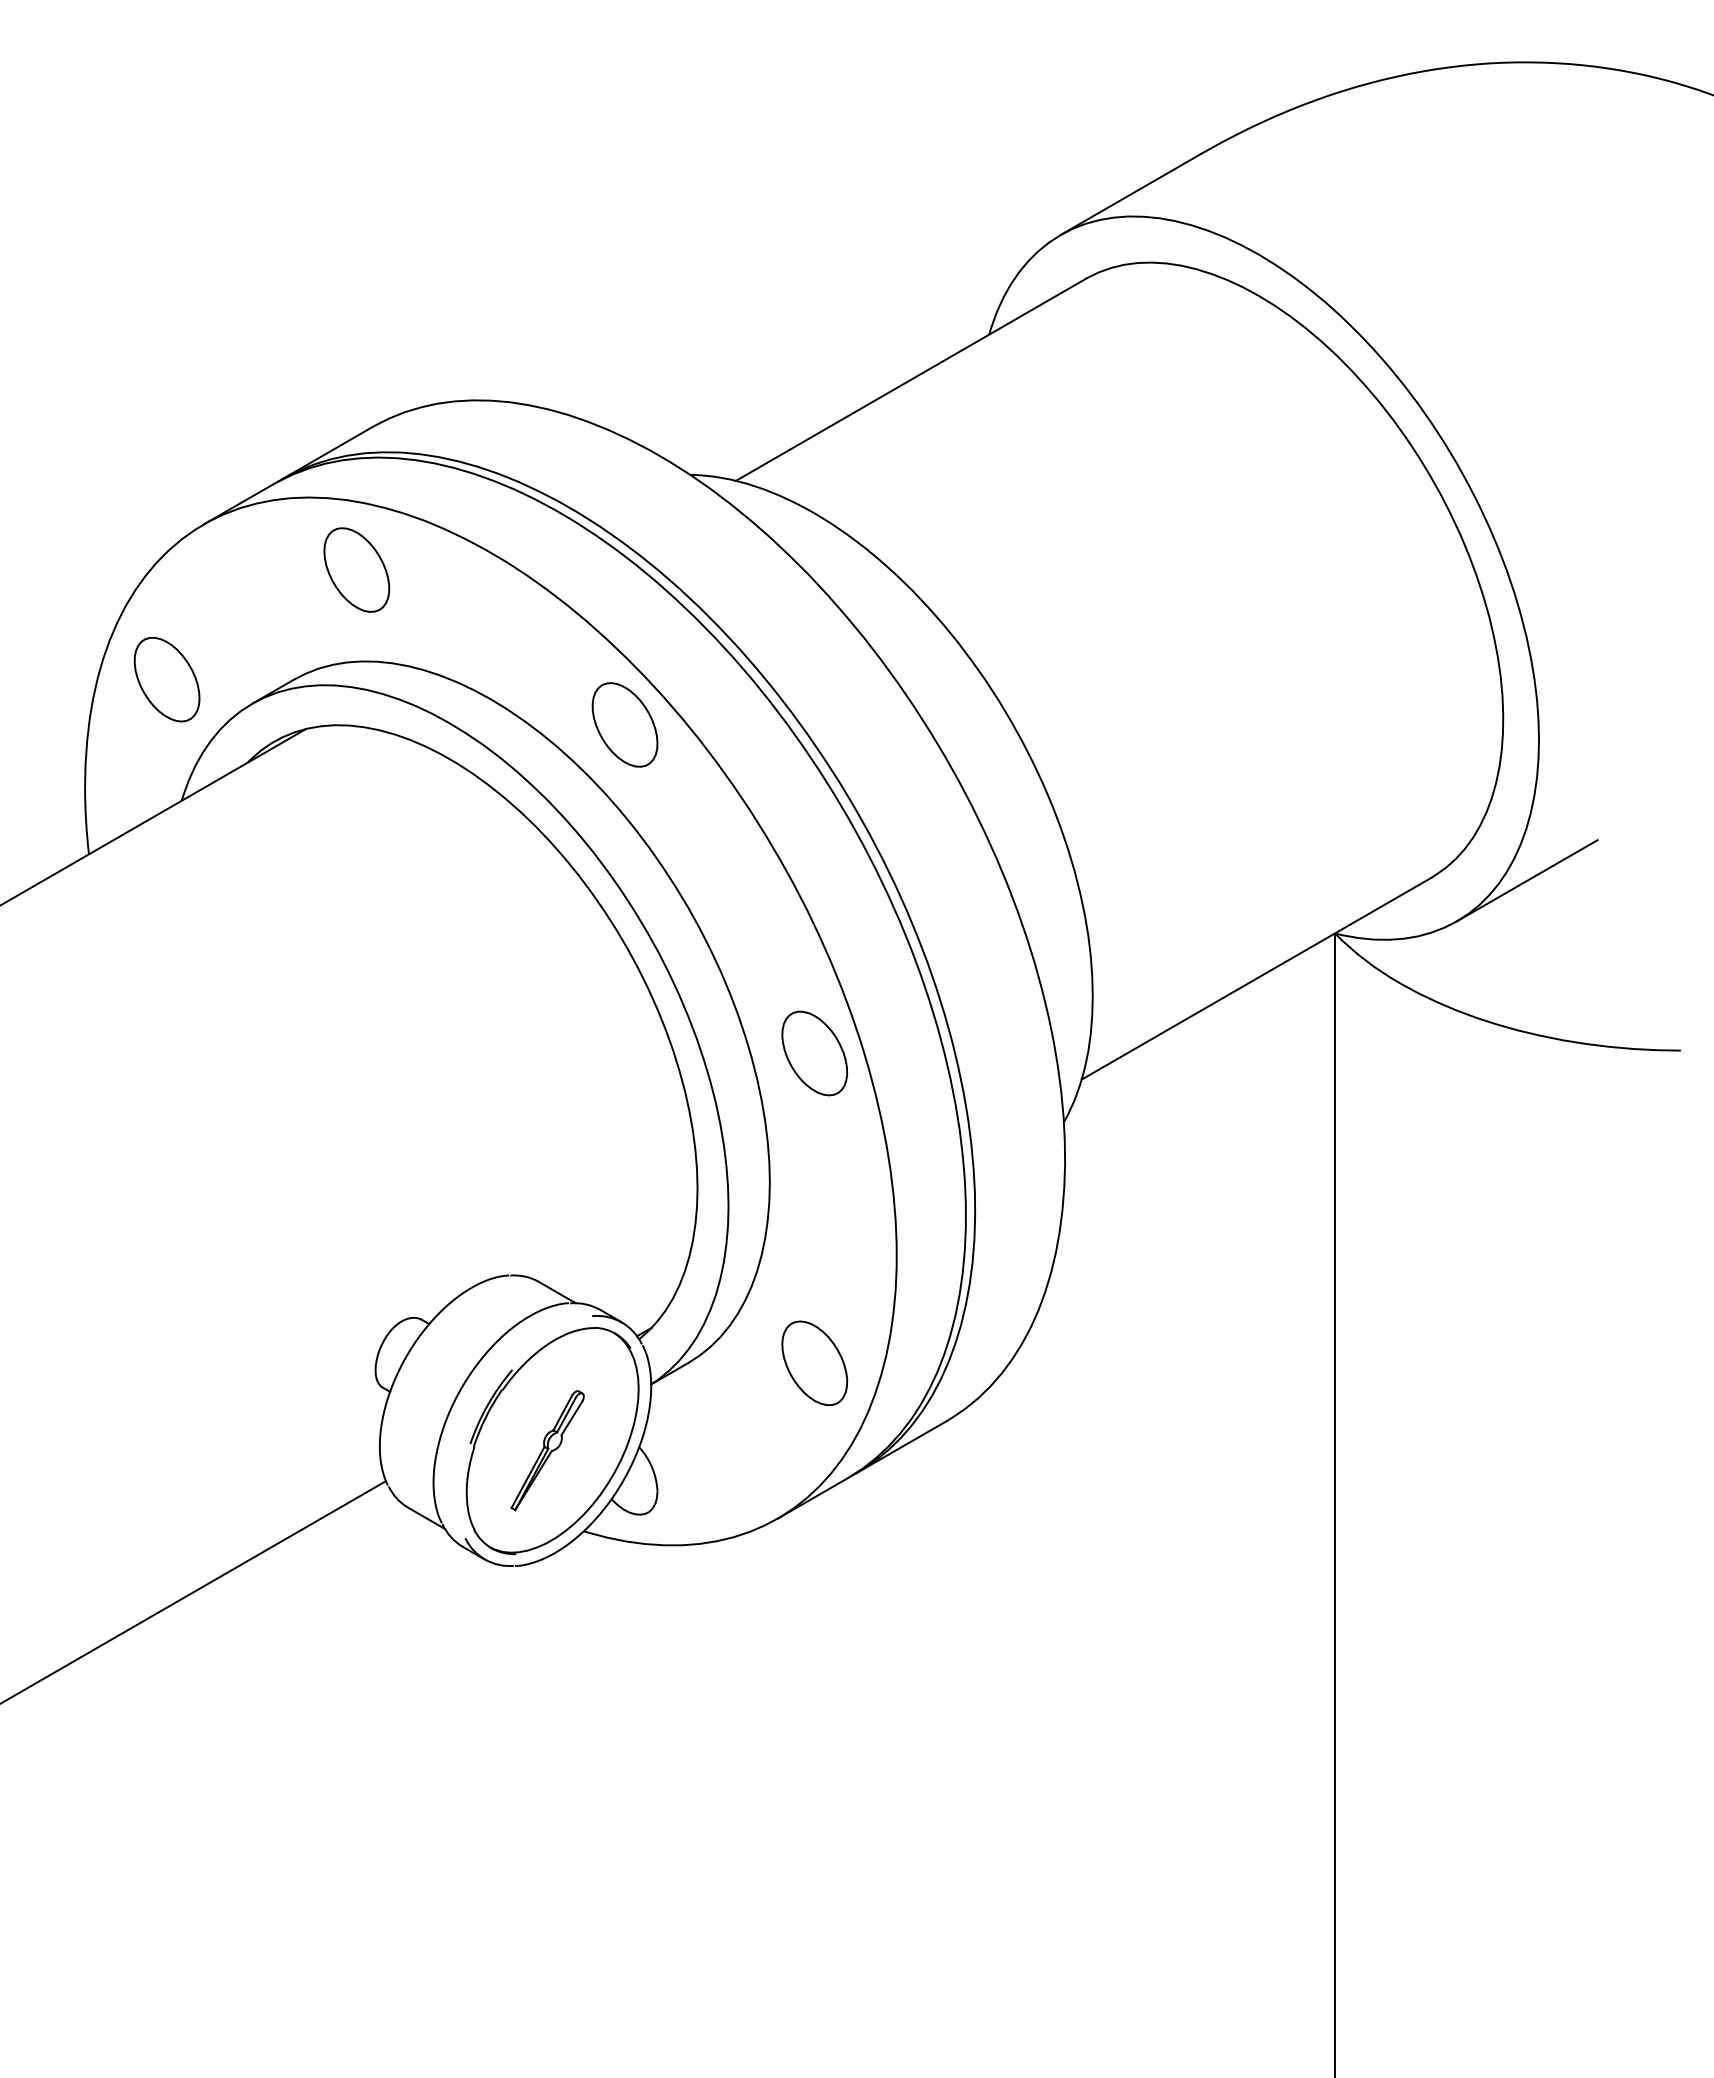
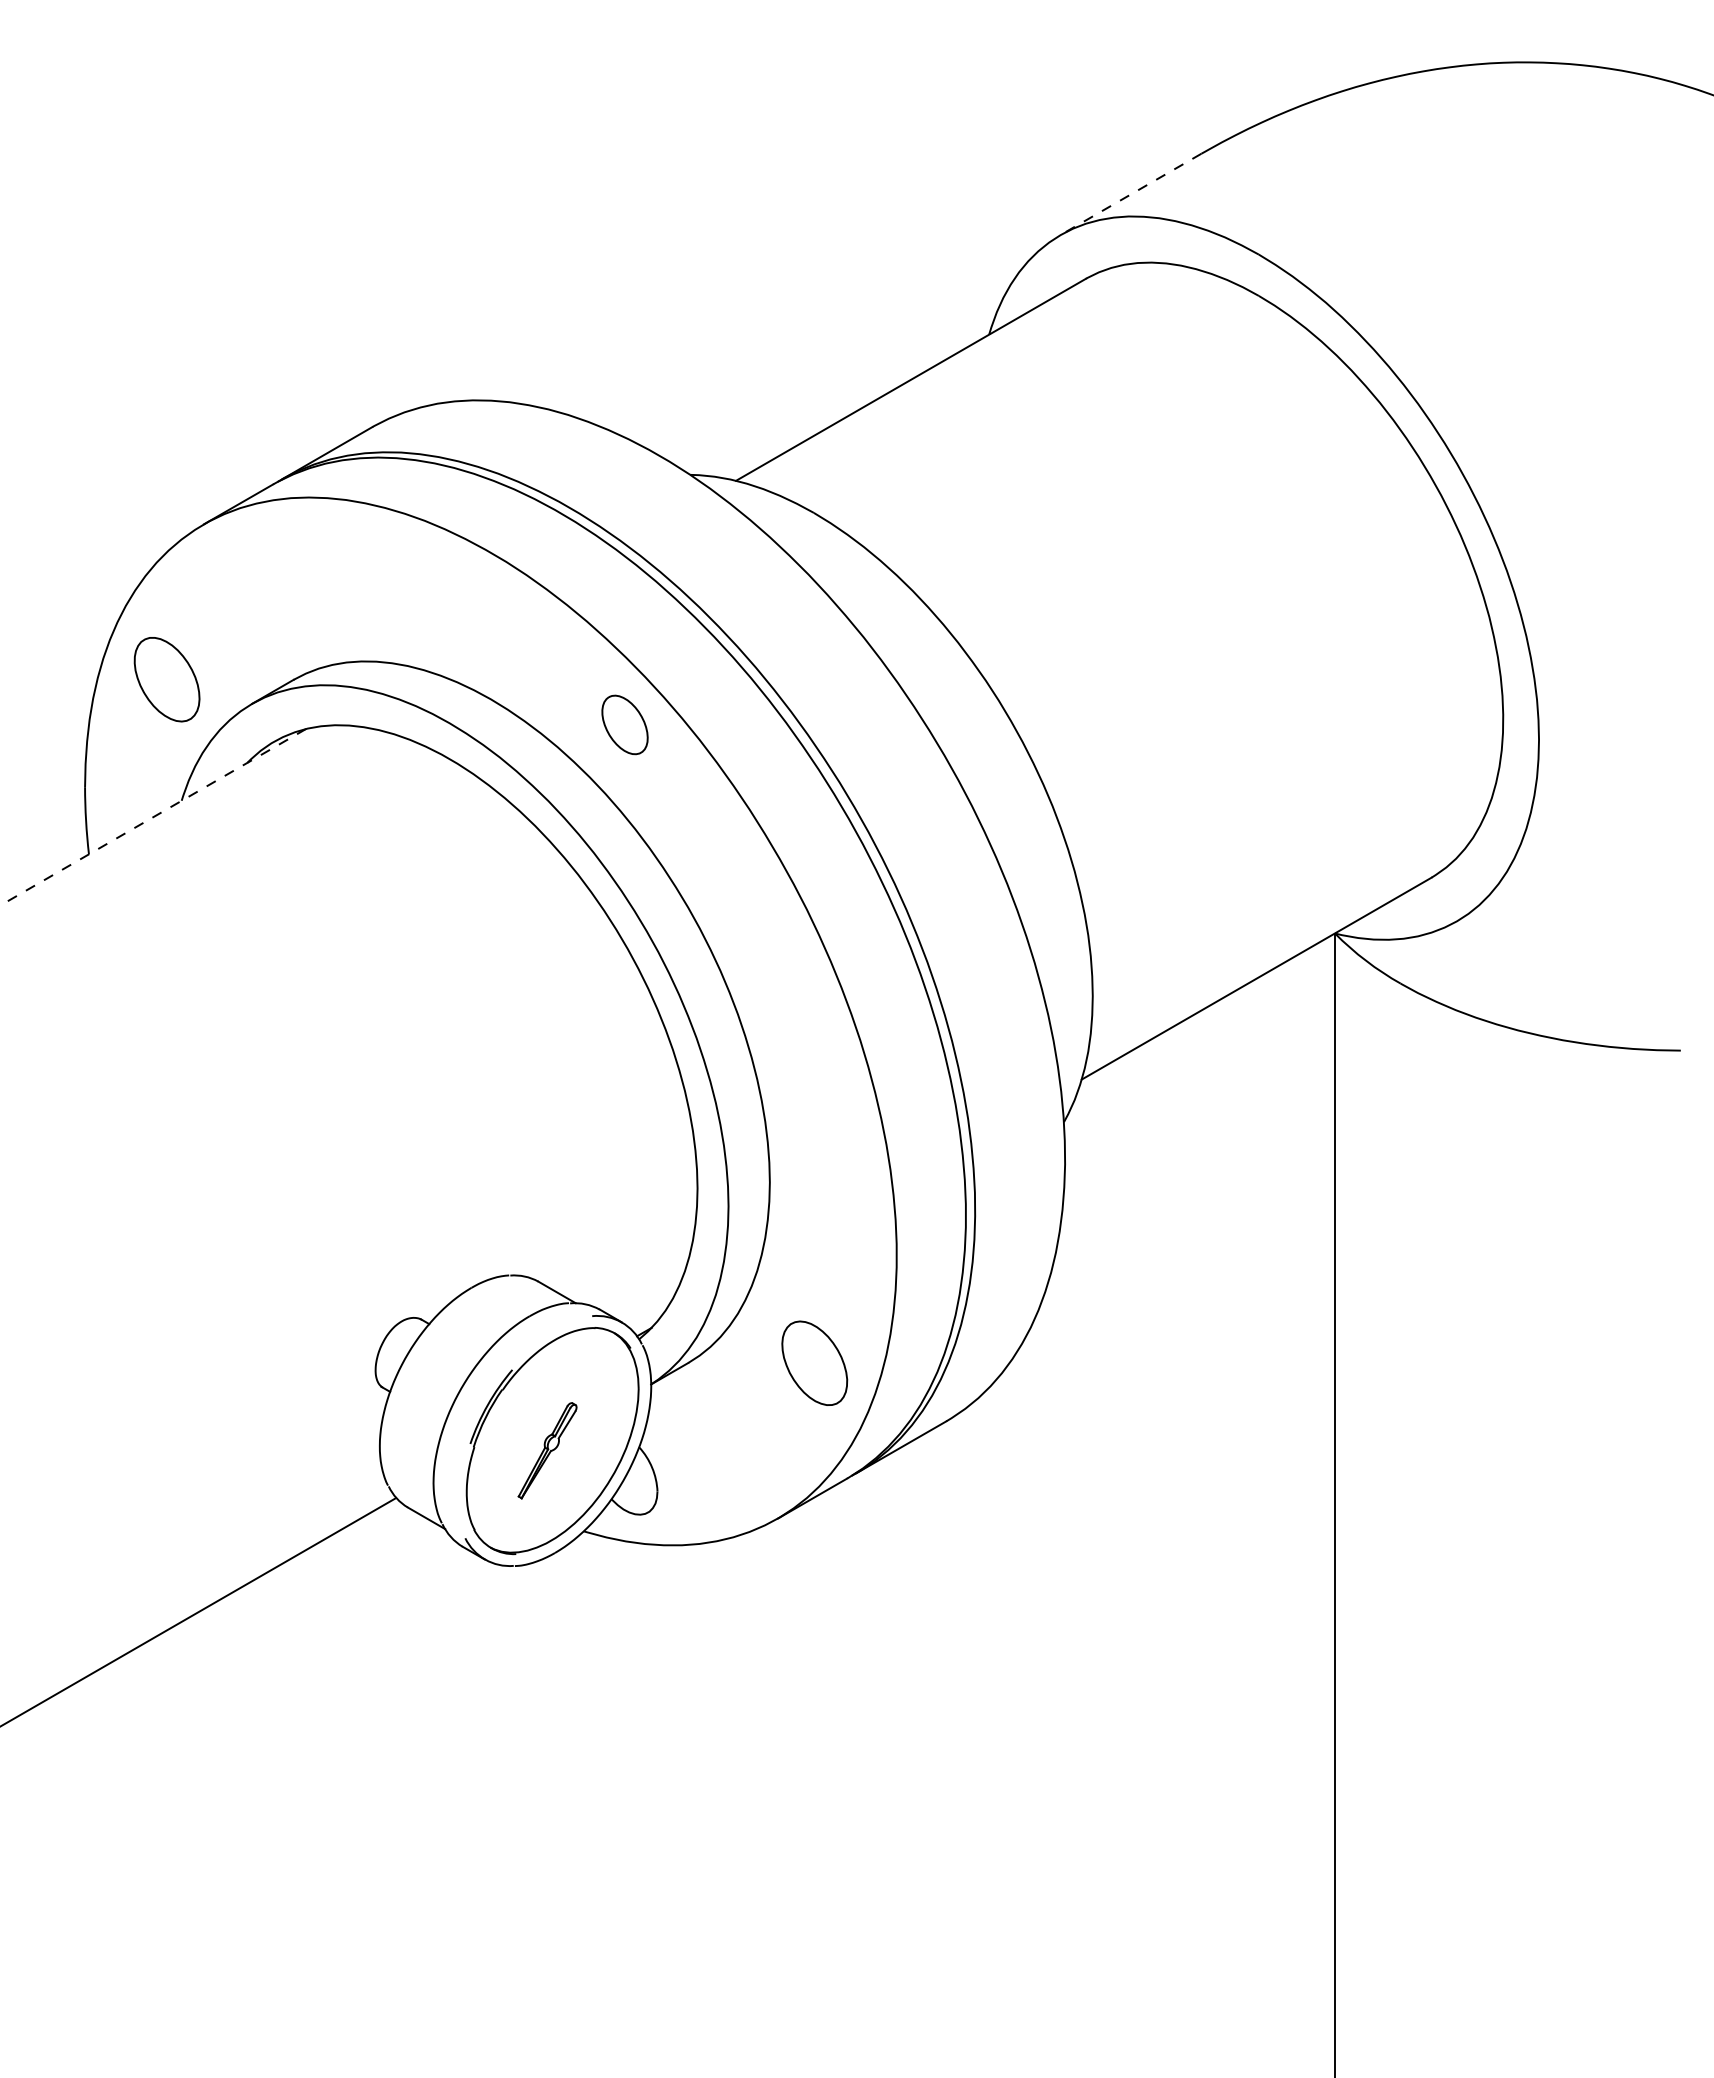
line at (1130, 194): solid -> dashed
part at (356, 569): present -> none
part at (624, 724) size: 68x86 px -> 48x62 px
line at (153, 817): solid -> dashed
line at (1527, 880): present -> none
part at (814, 1053): present -> none
part at (547, 1450) size: 75x122 px -> 61x98 px
line at (194, 1591) position: (194, 1591) -> (199, 1611)
